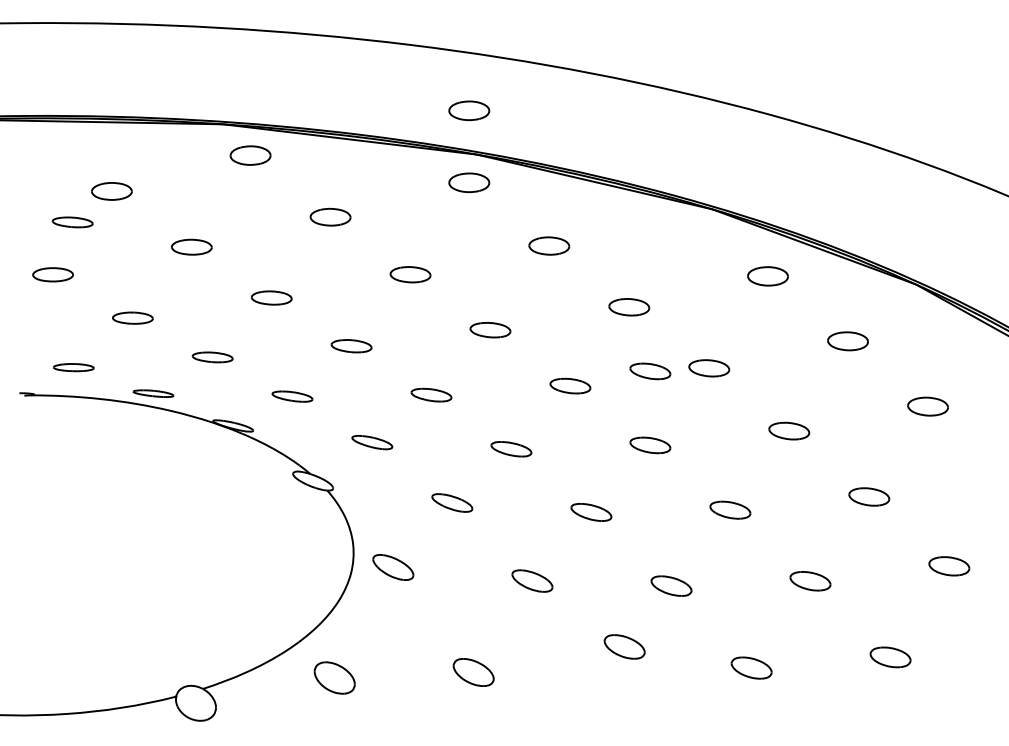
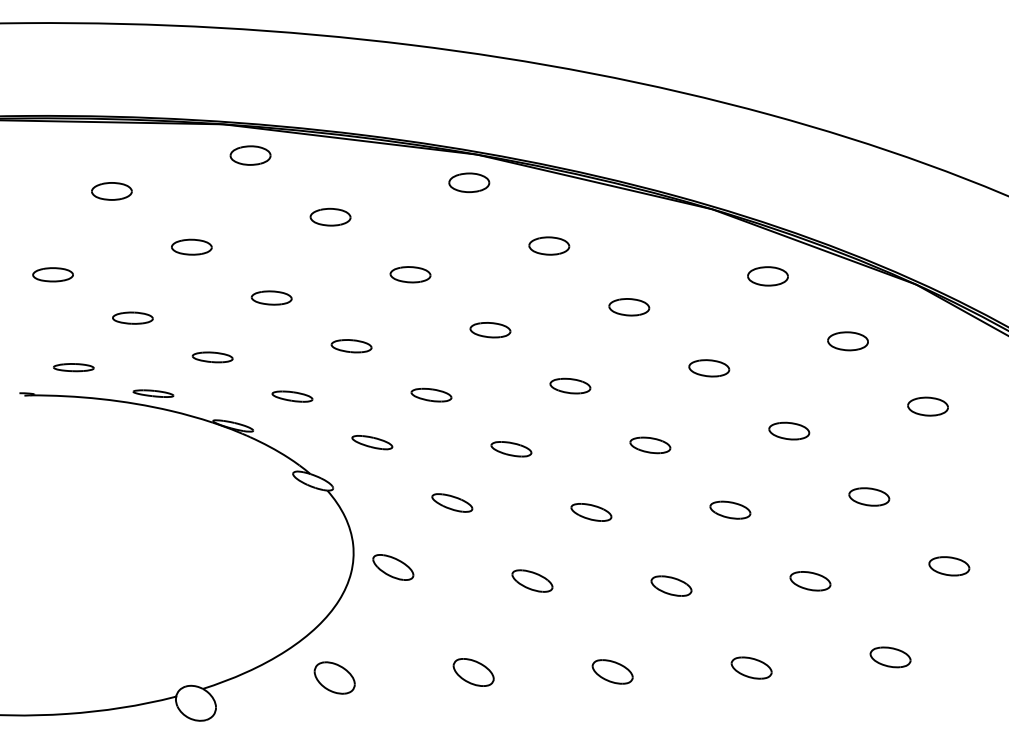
part at (469, 110): present -> none
part at (72, 222): present -> none
part at (650, 371): present -> none
part at (624, 646) position: (624, 646) -> (612, 671)
